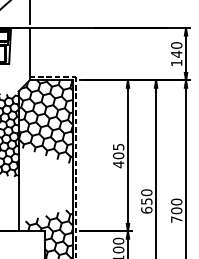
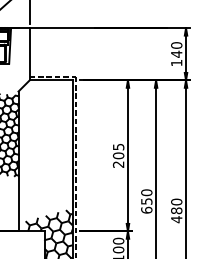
hatch at (45, 121): present -> none
text at (118, 164): 405 -> 205
text at (176, 215): 700 -> 480
